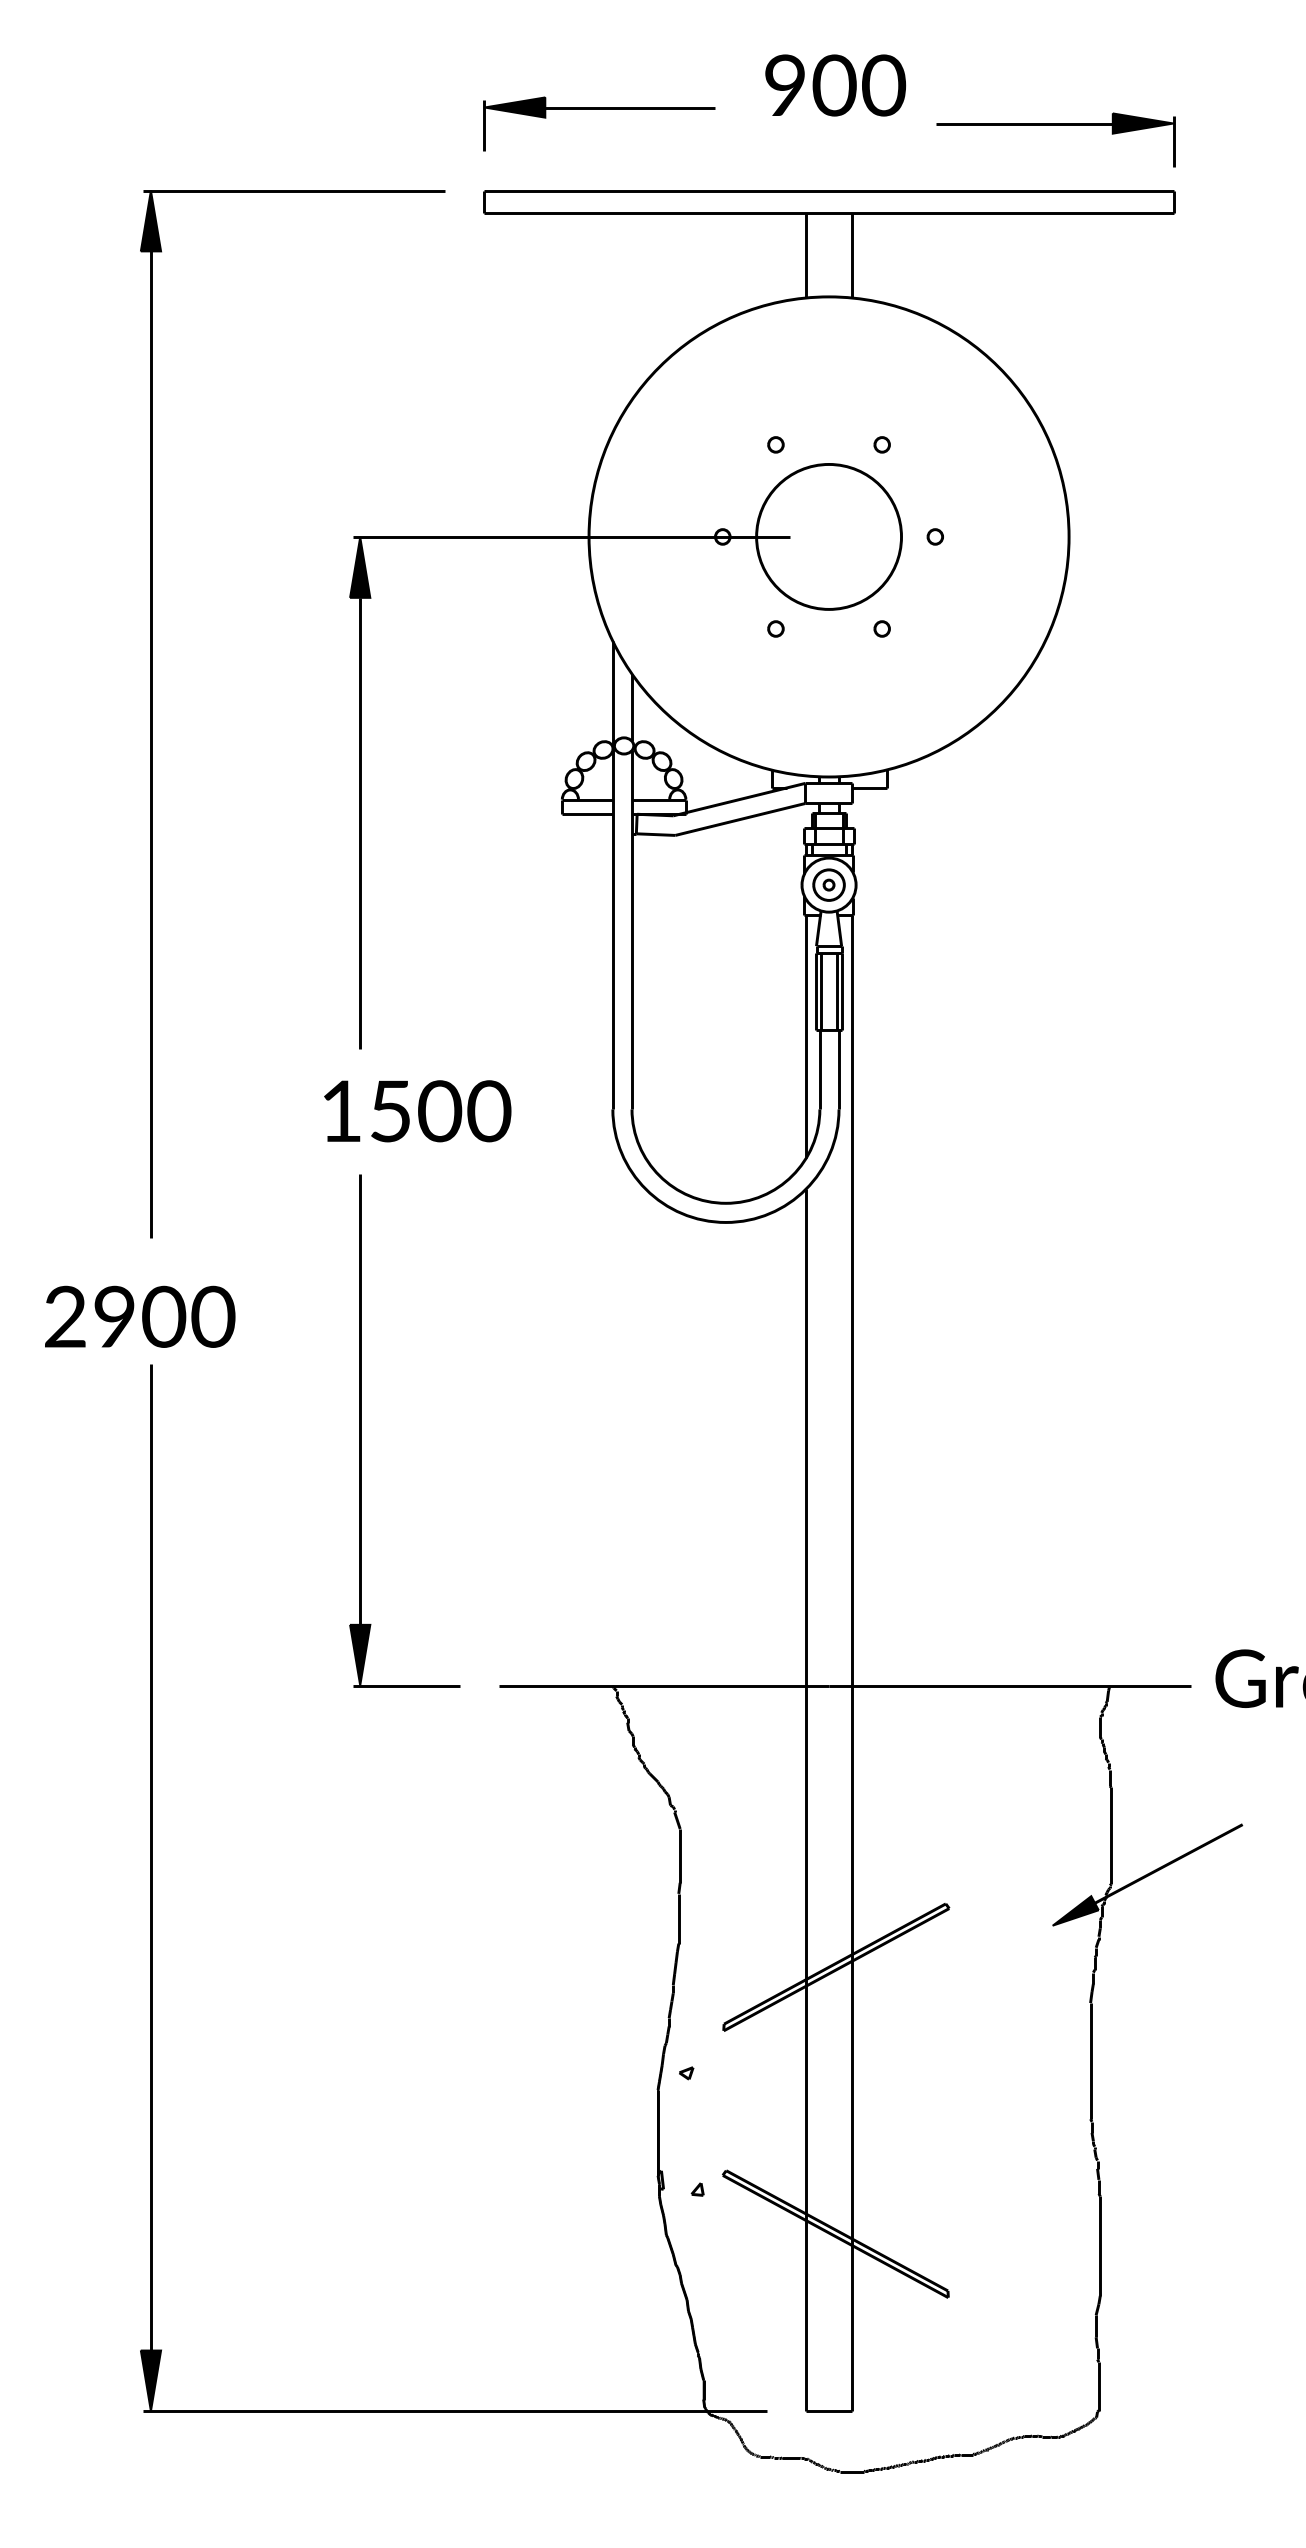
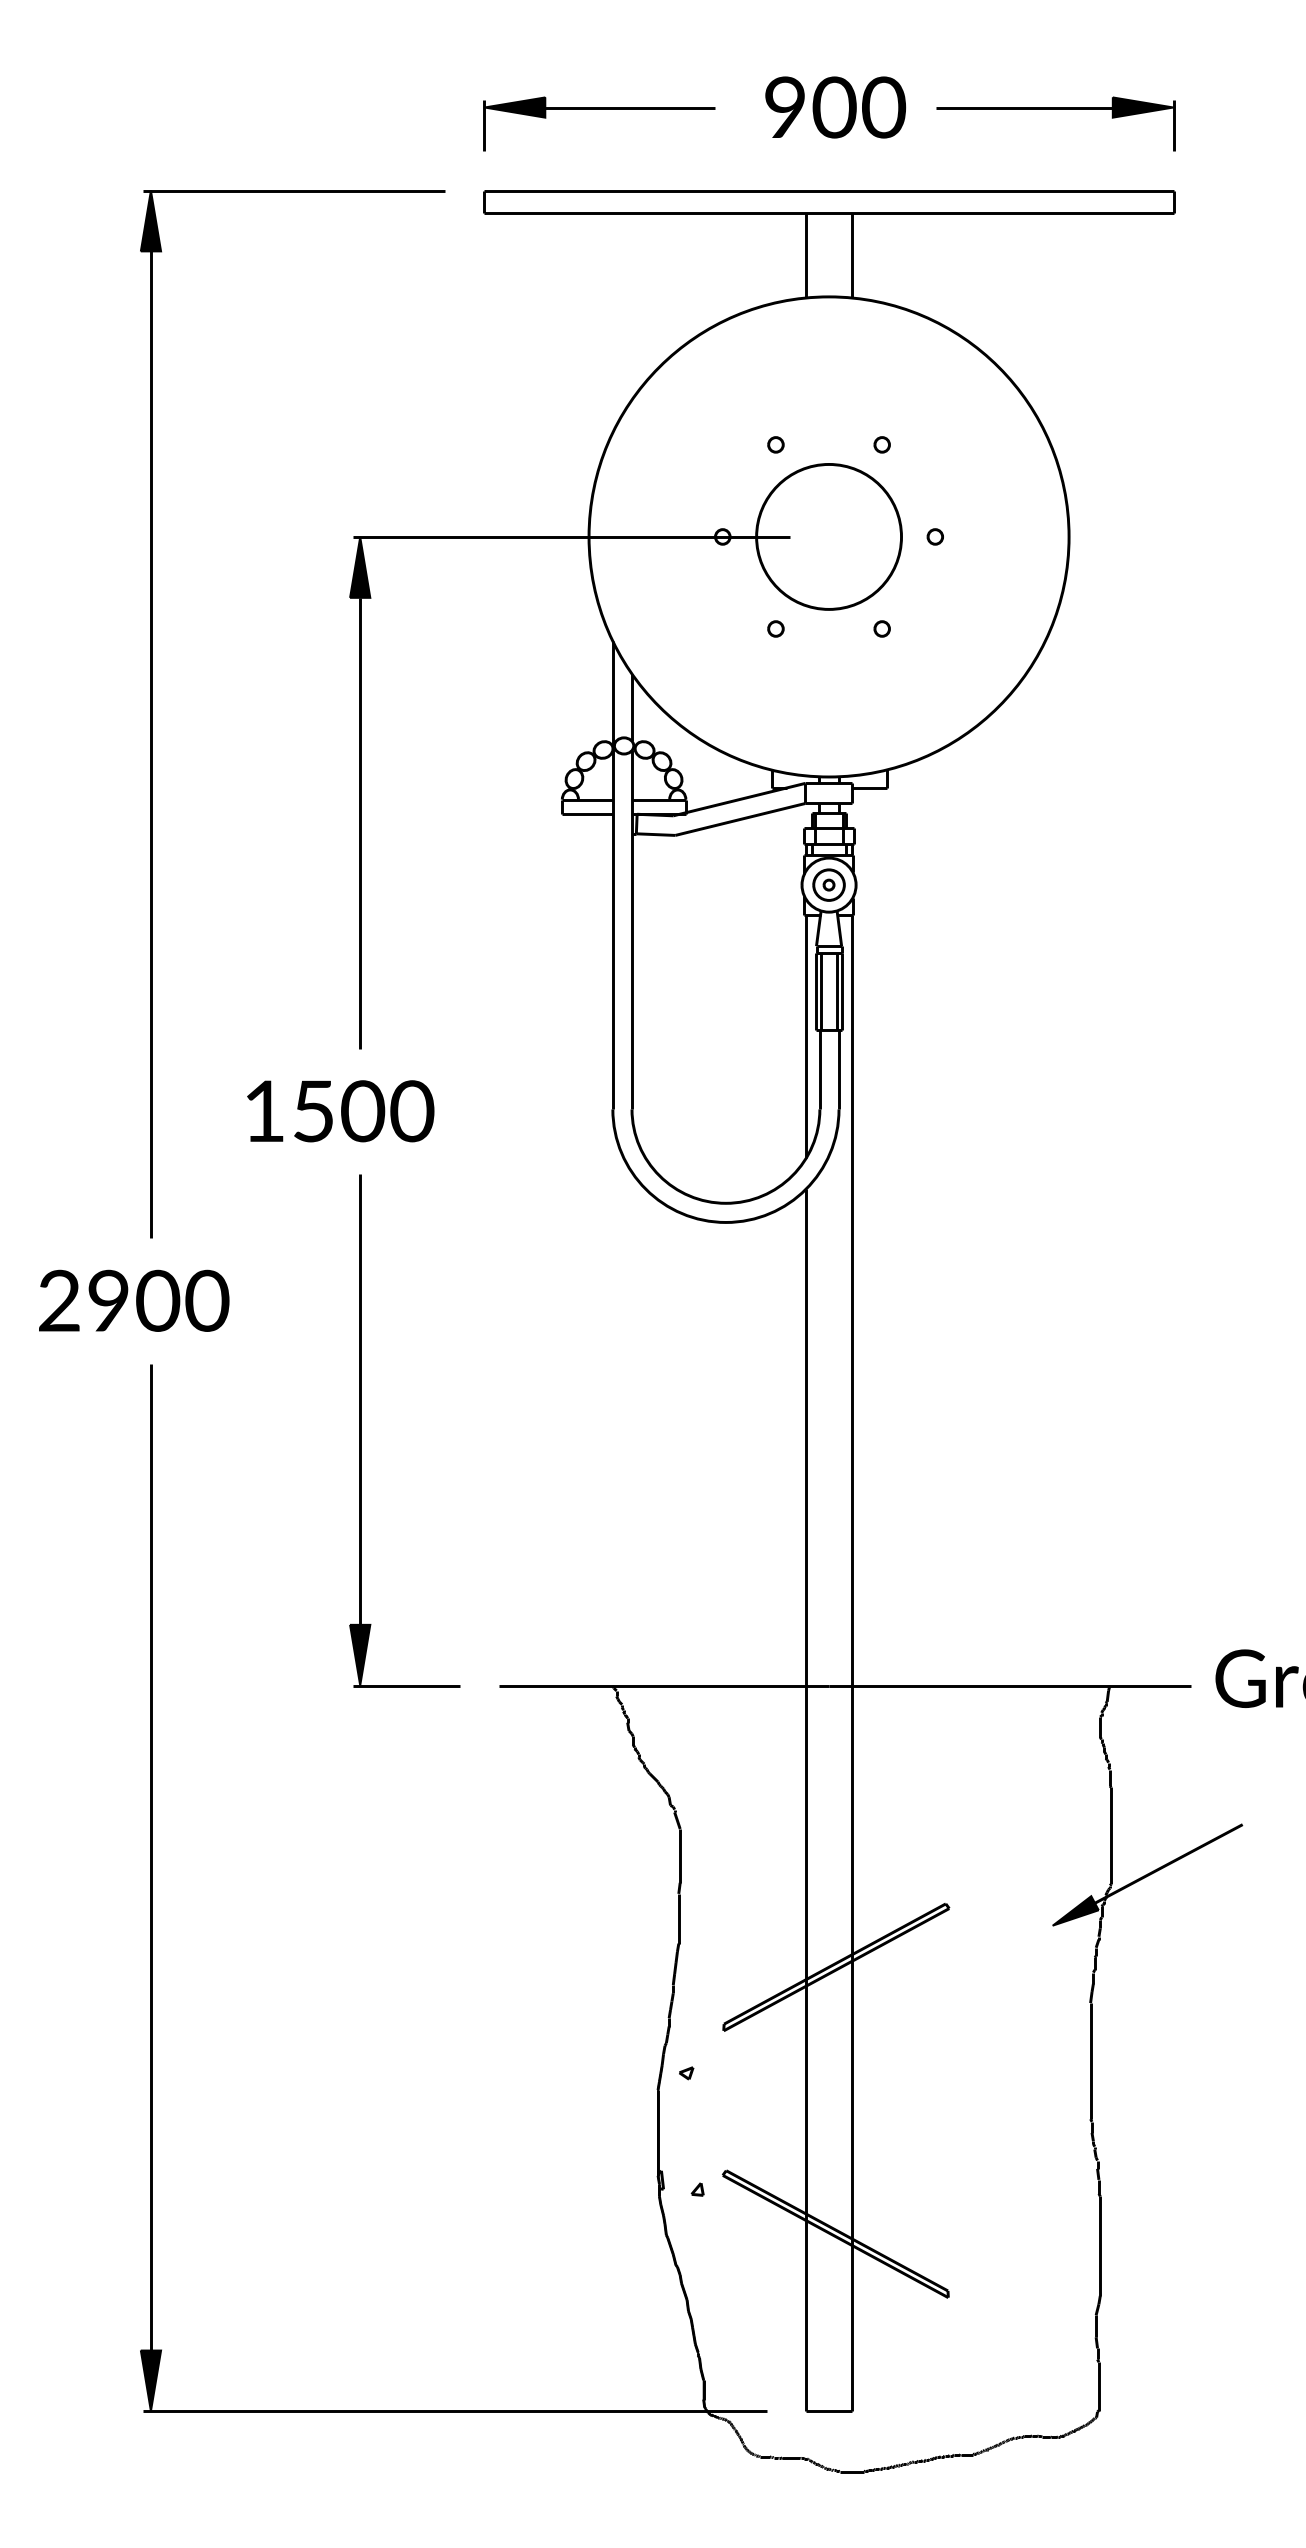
text at (835, 85) position: (835, 85) -> (835, 107)
part at (1055, 125) position: (1055, 125) -> (1055, 109)
text at (417, 1111) position: (417, 1111) -> (340, 1111)
text at (140, 1316) position: (140, 1316) -> (134, 1300)
